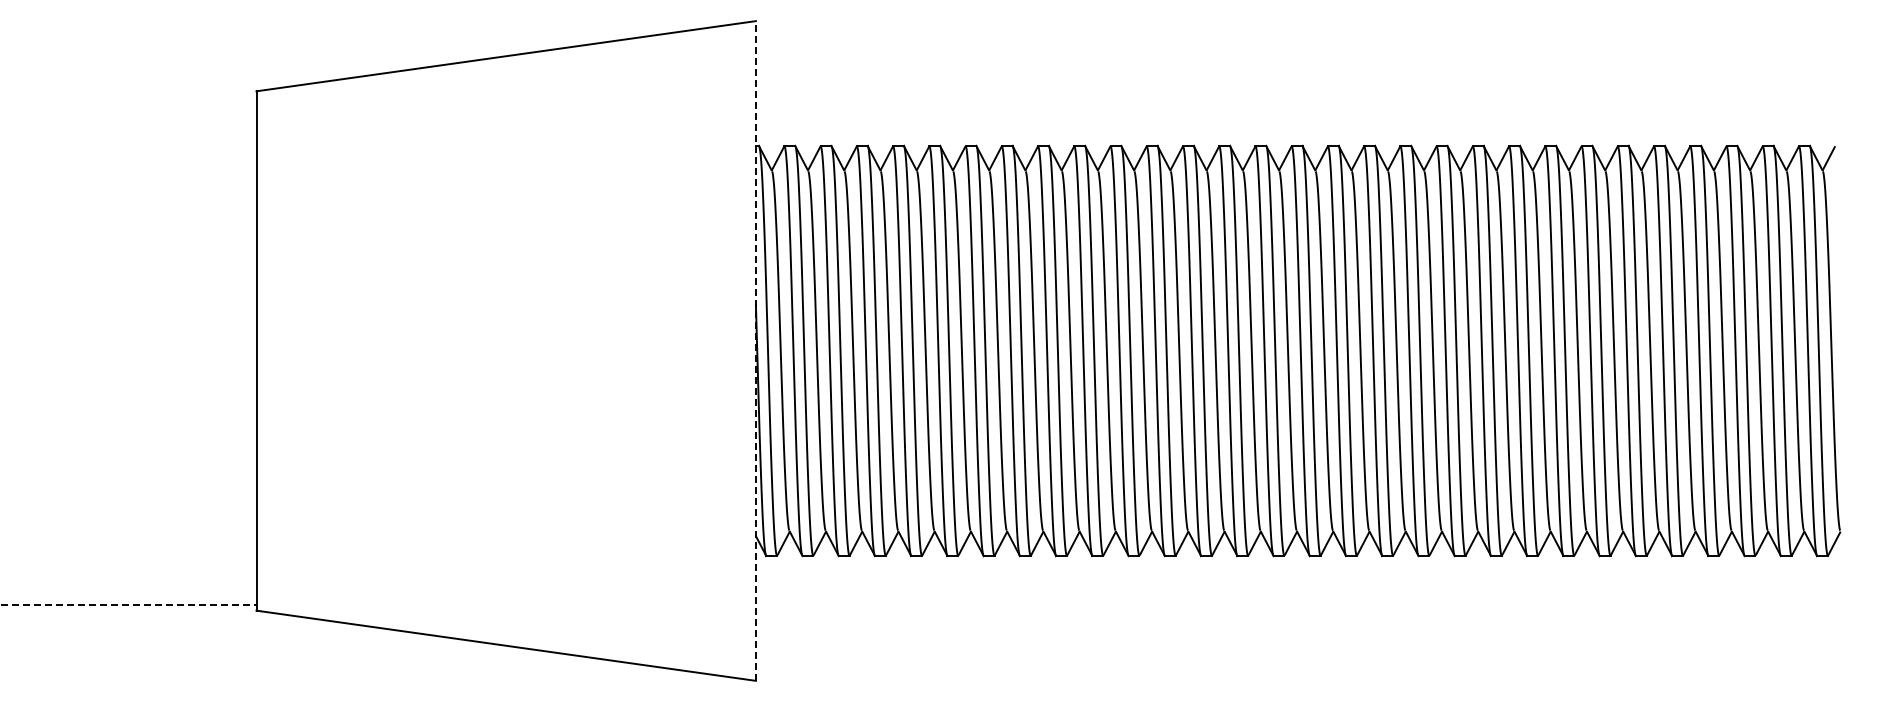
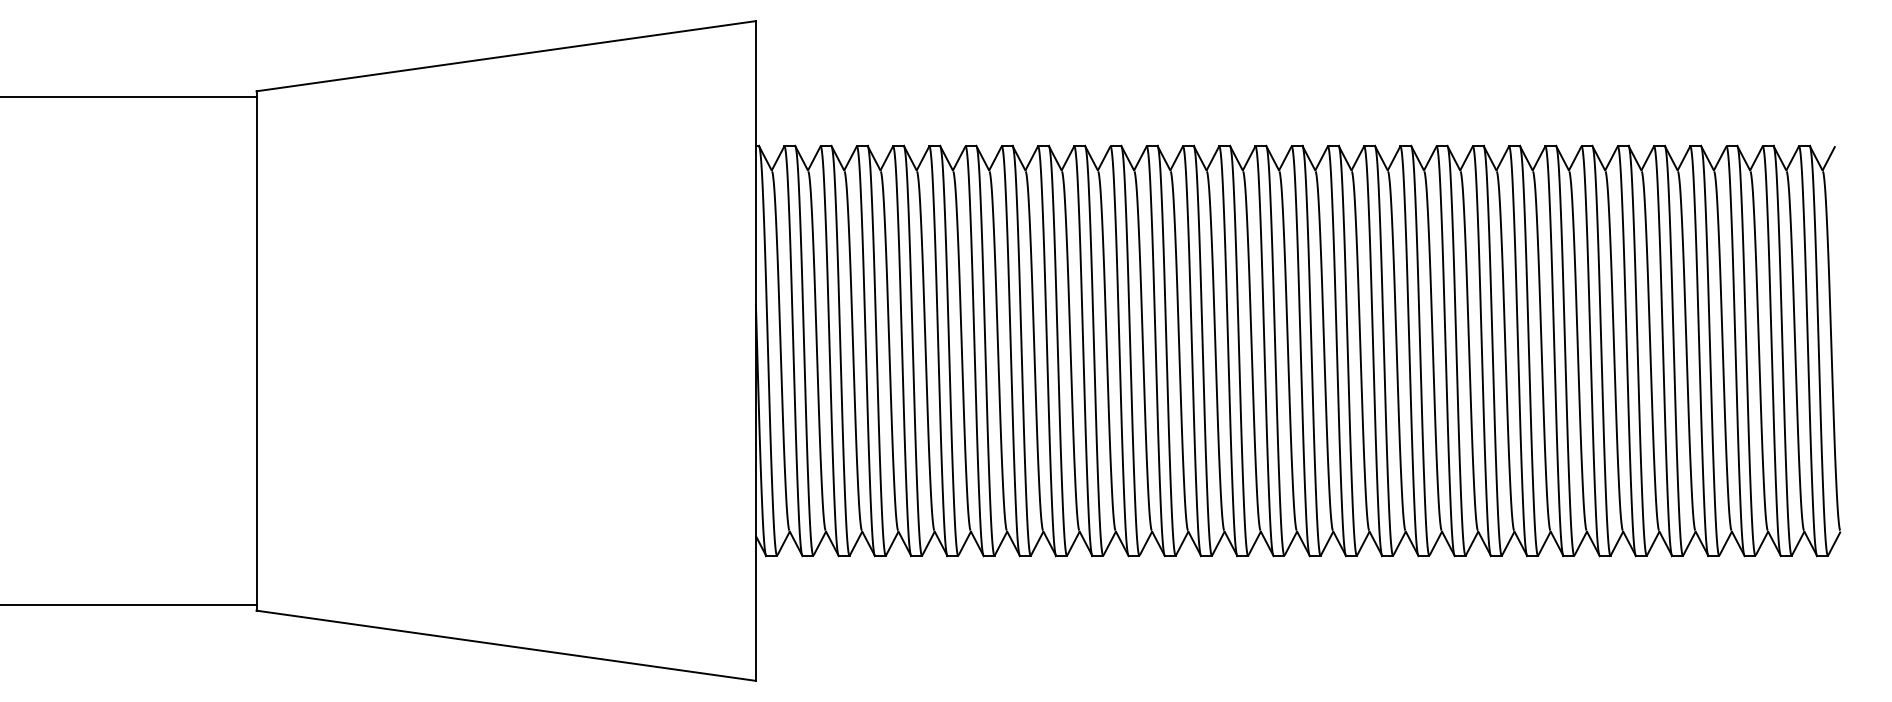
line at (129, 97): none -> present
line at (755, 351): dashed -> solid
line at (128, 604): dashed -> solid
